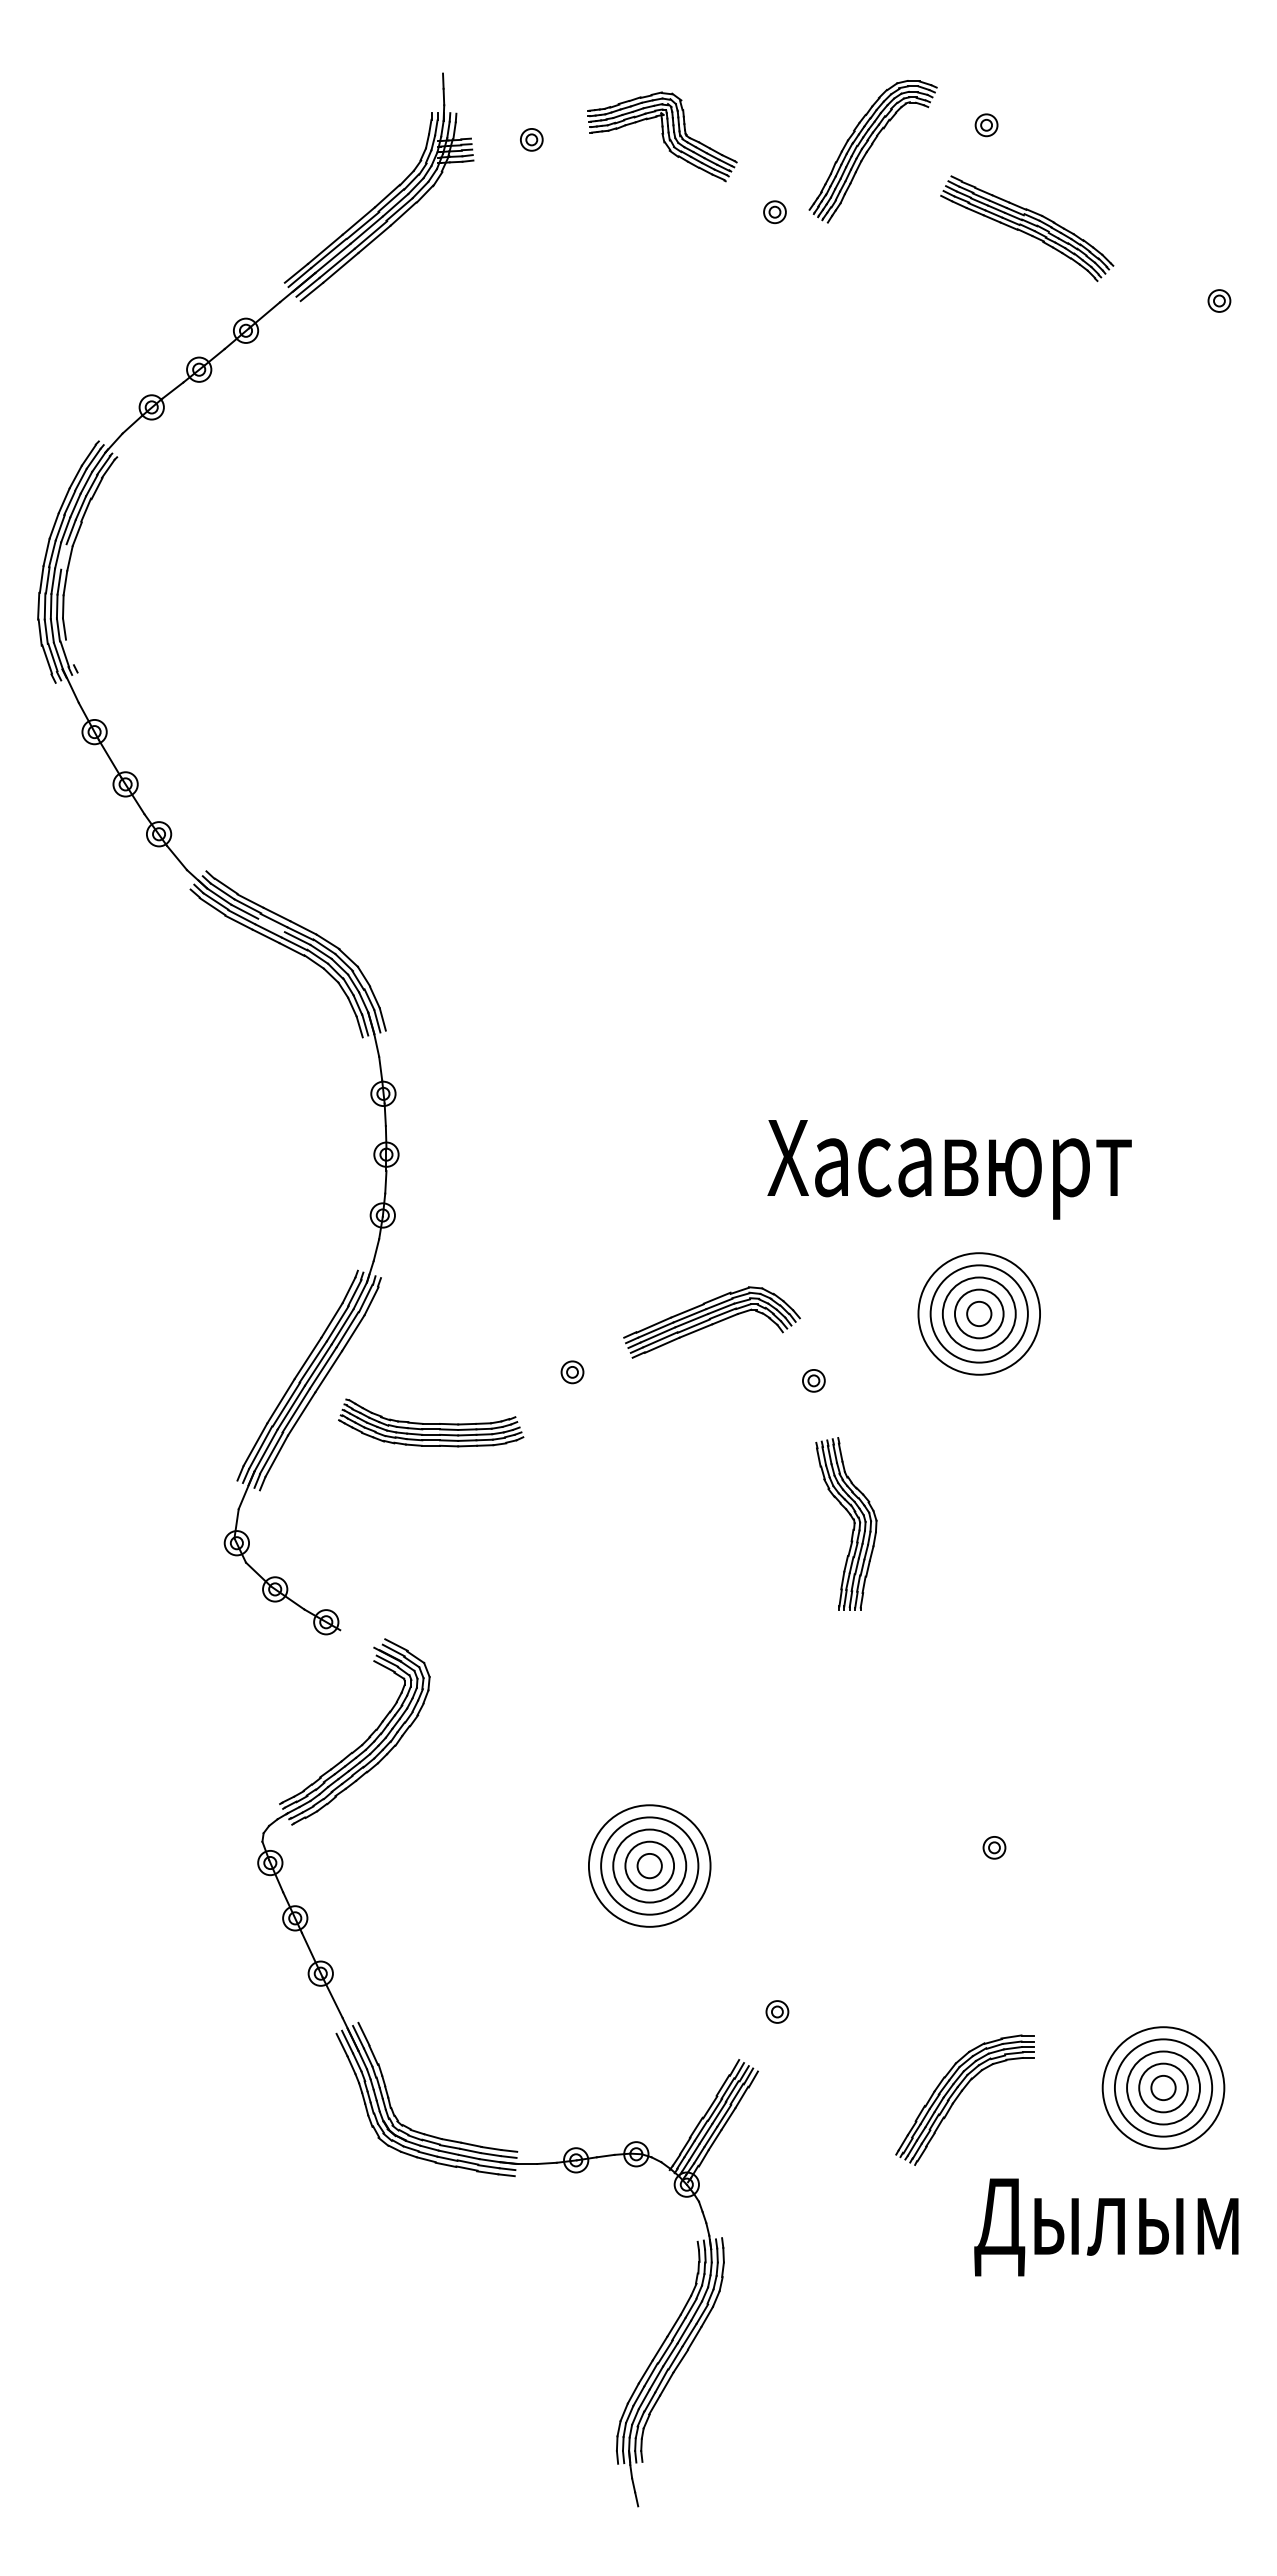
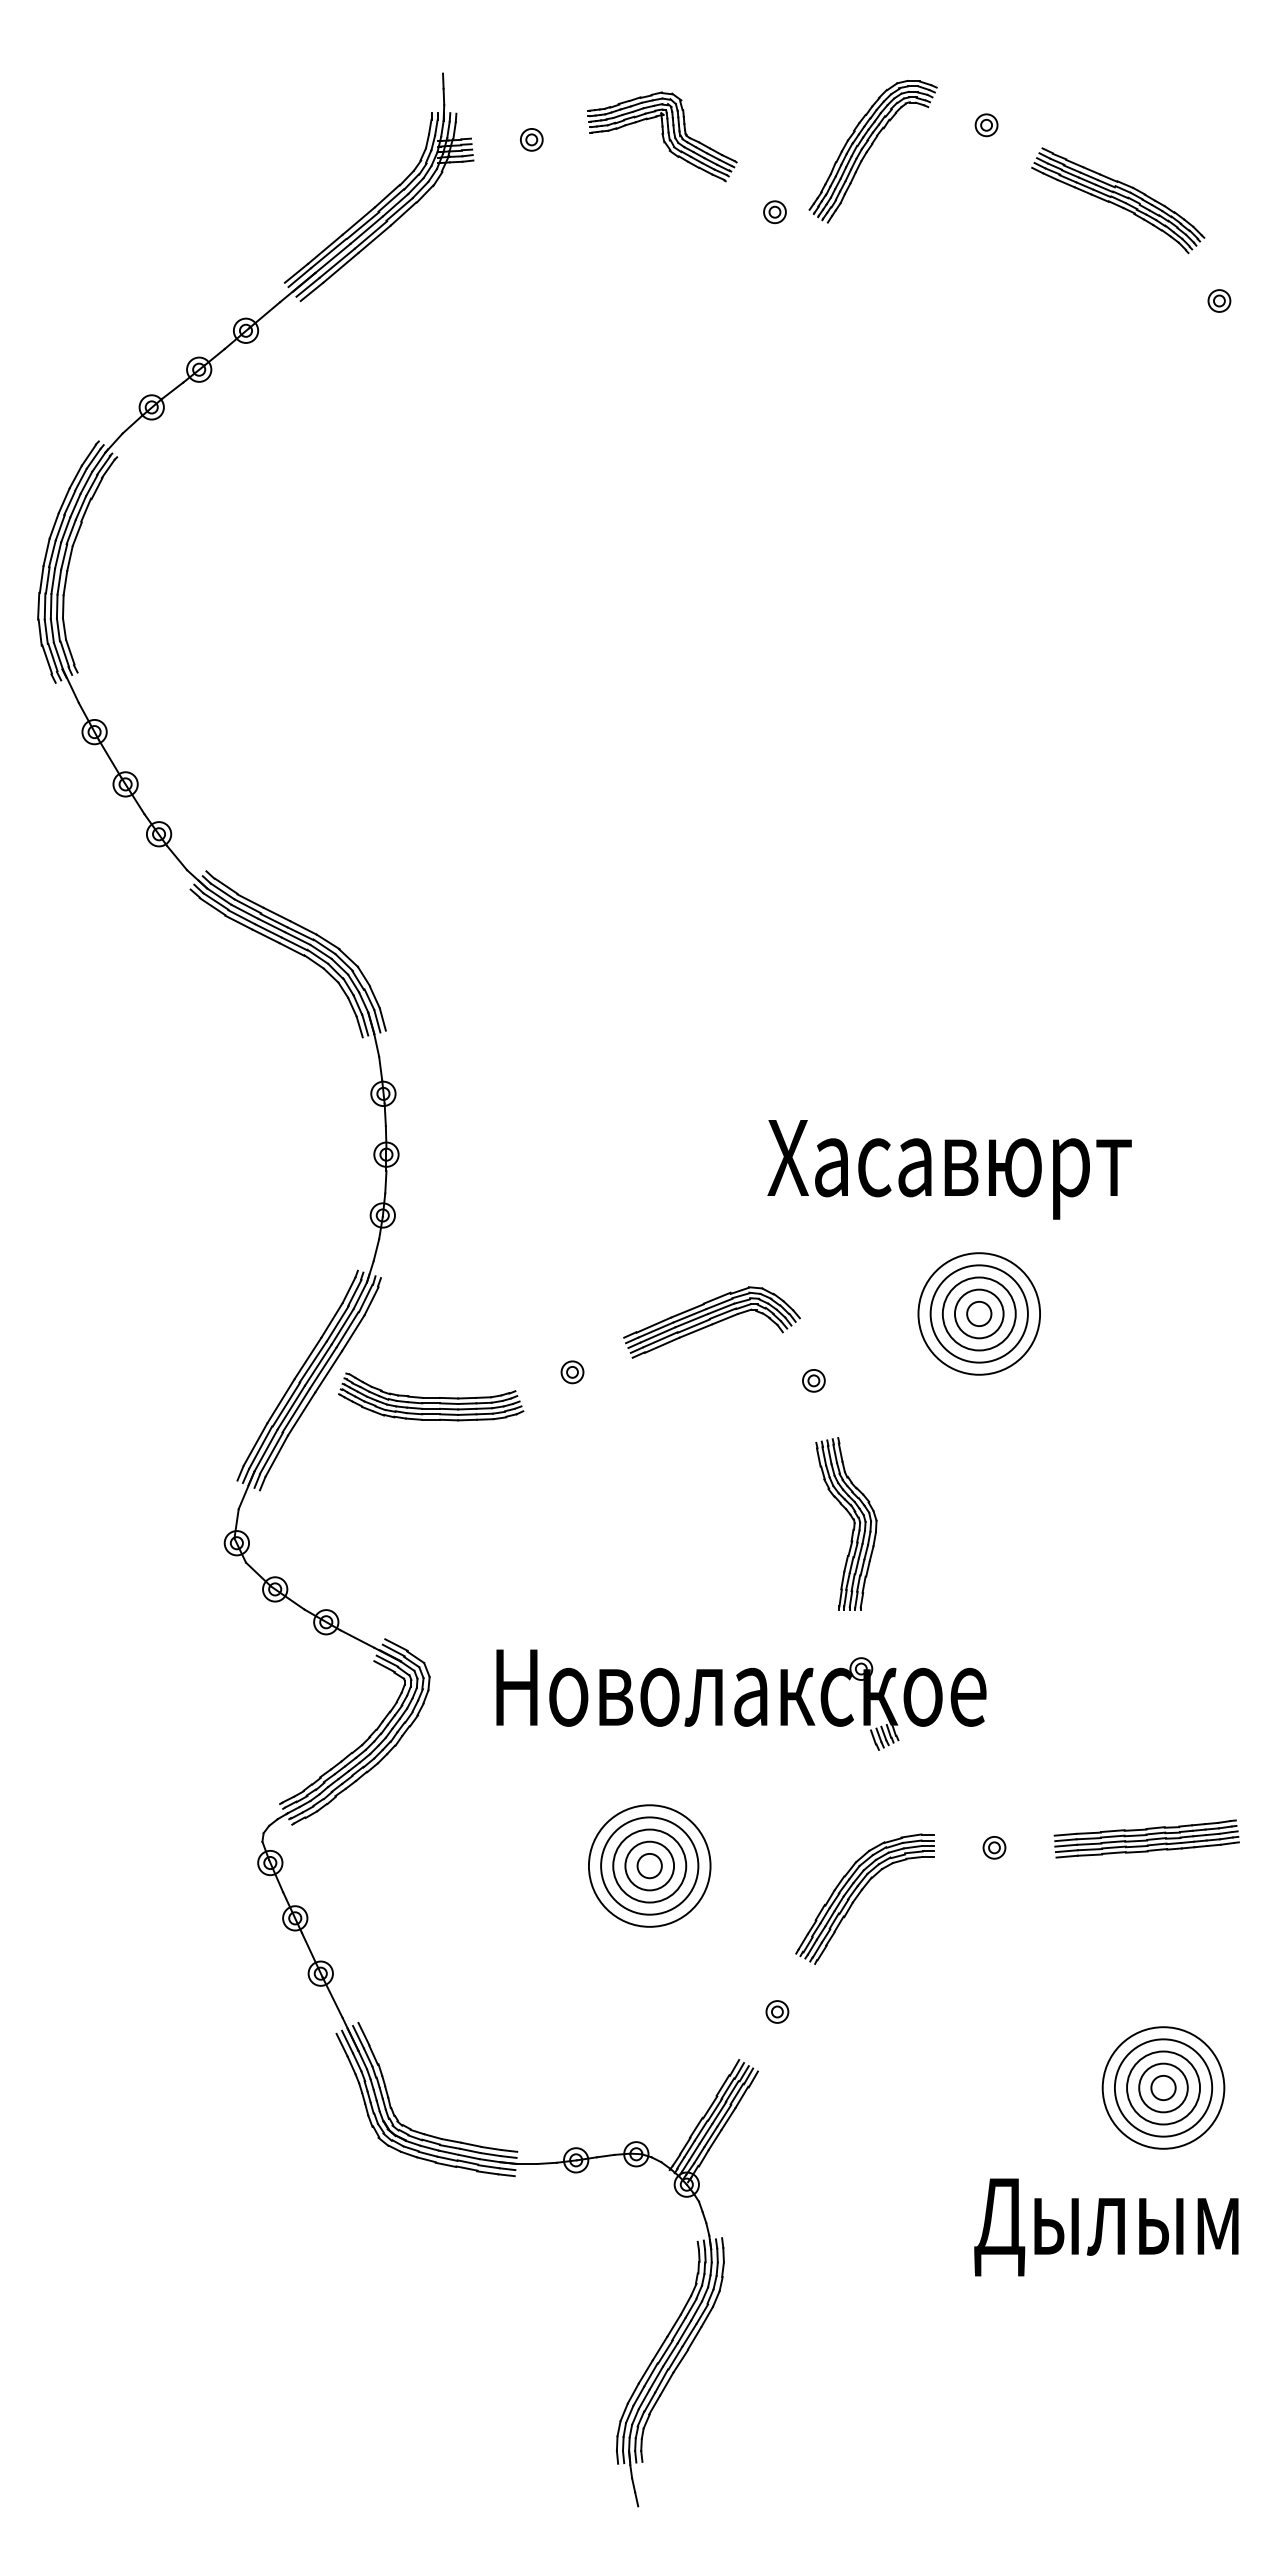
part at (1027, 228) position: (1027, 228) -> (1118, 200)
line at (64, 556): none -> present
line at (70, 651): none -> present
line at (271, 925): none -> present
part at (431, 1422) position: (431, 1422) -> (431, 1396)
line at (357, 1638): none -> present
part at (741, 1699): none -> present
part at (1146, 1838): none -> present
part at (958, 2097) position: (958, 2097) -> (858, 1896)
